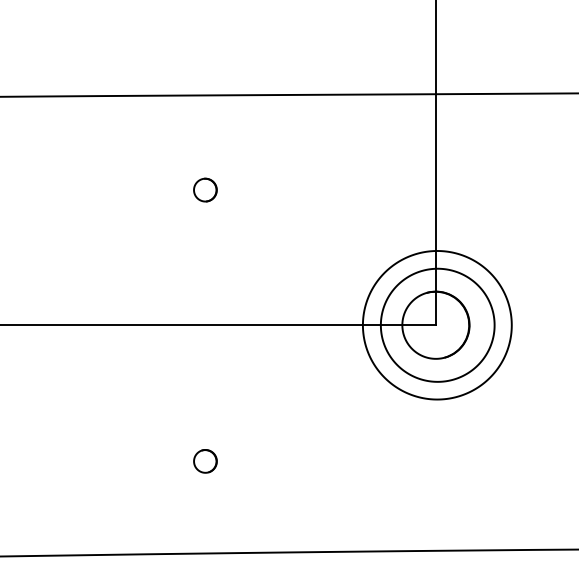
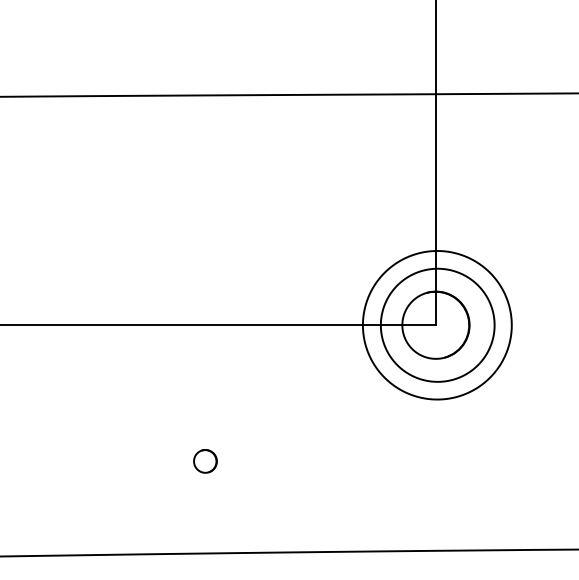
part at (205, 189): present -> none
